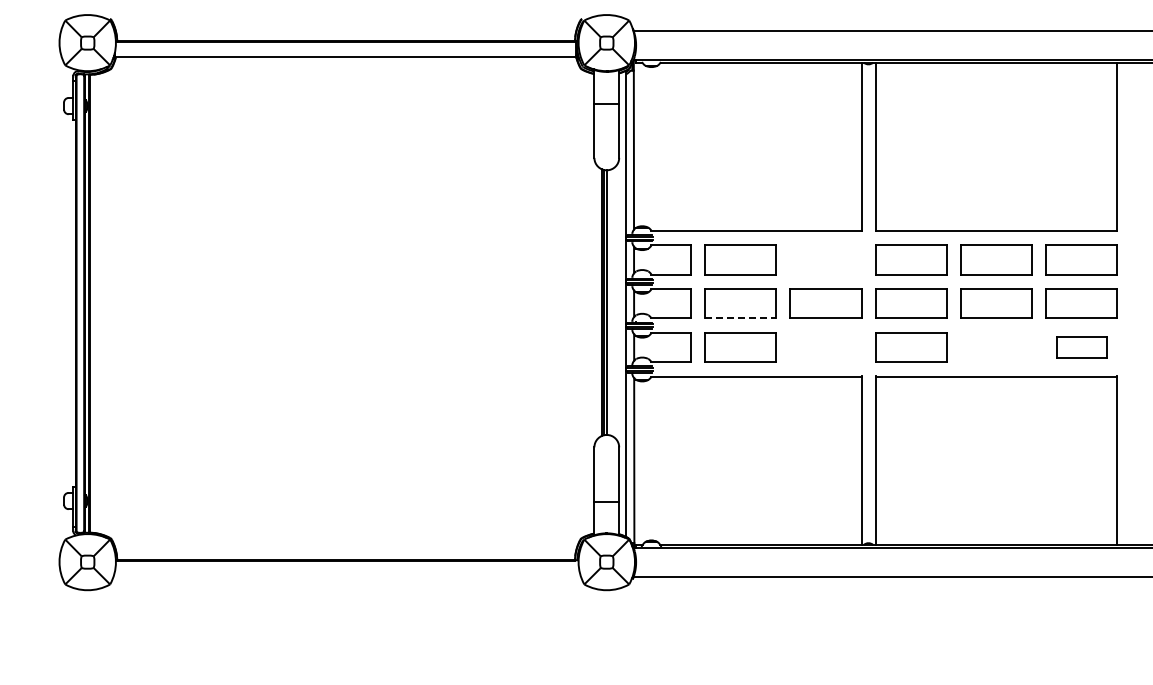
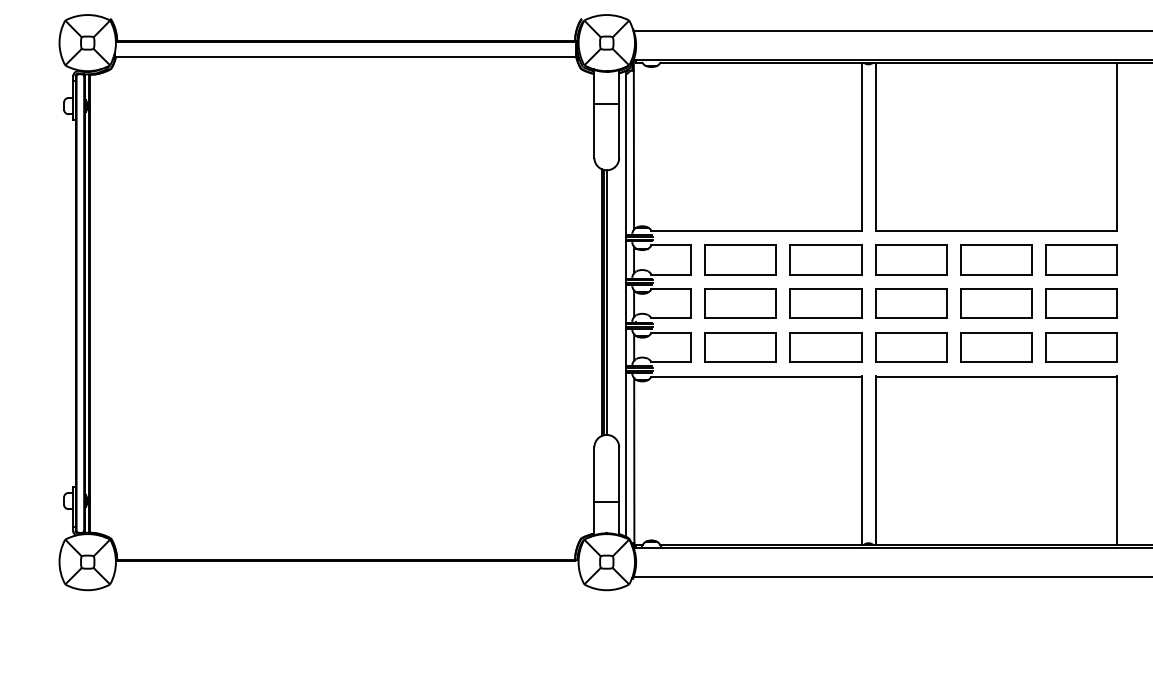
part at (825, 259): none -> present
line at (740, 318): dashed -> solid
part at (825, 347): none -> present
part at (996, 347): none -> present
part at (1081, 347) size: 52x23 px -> 73x31 px
